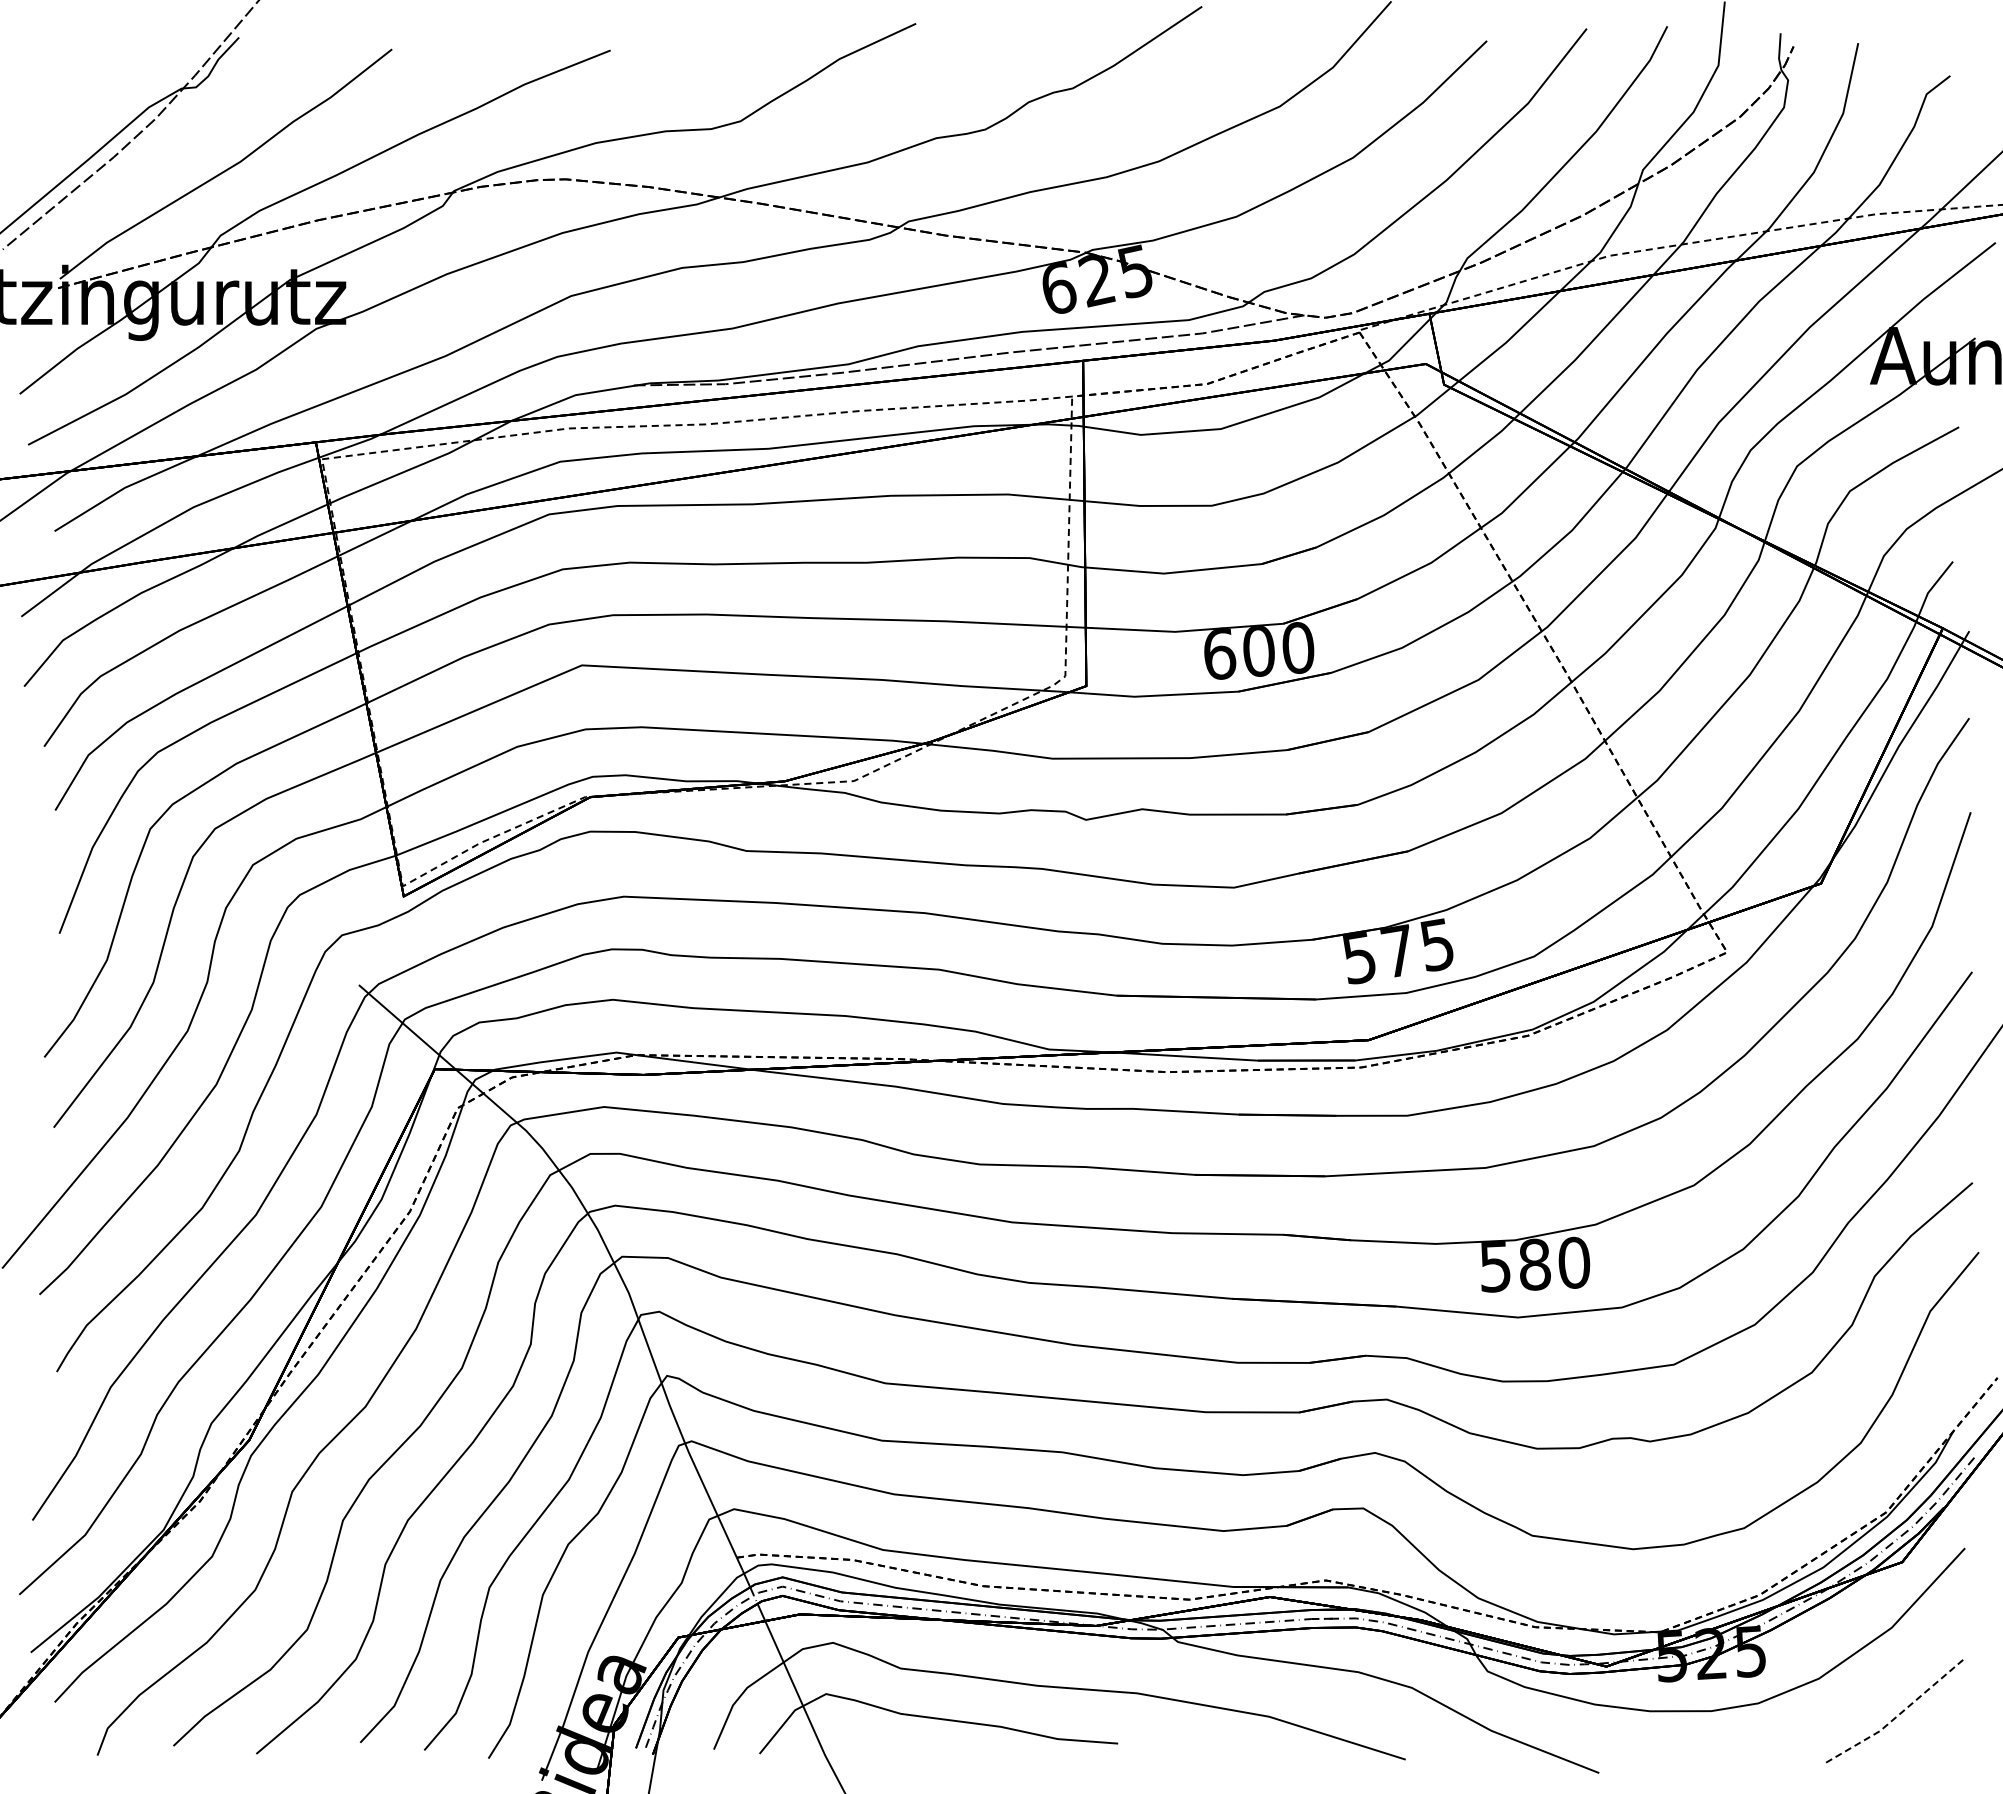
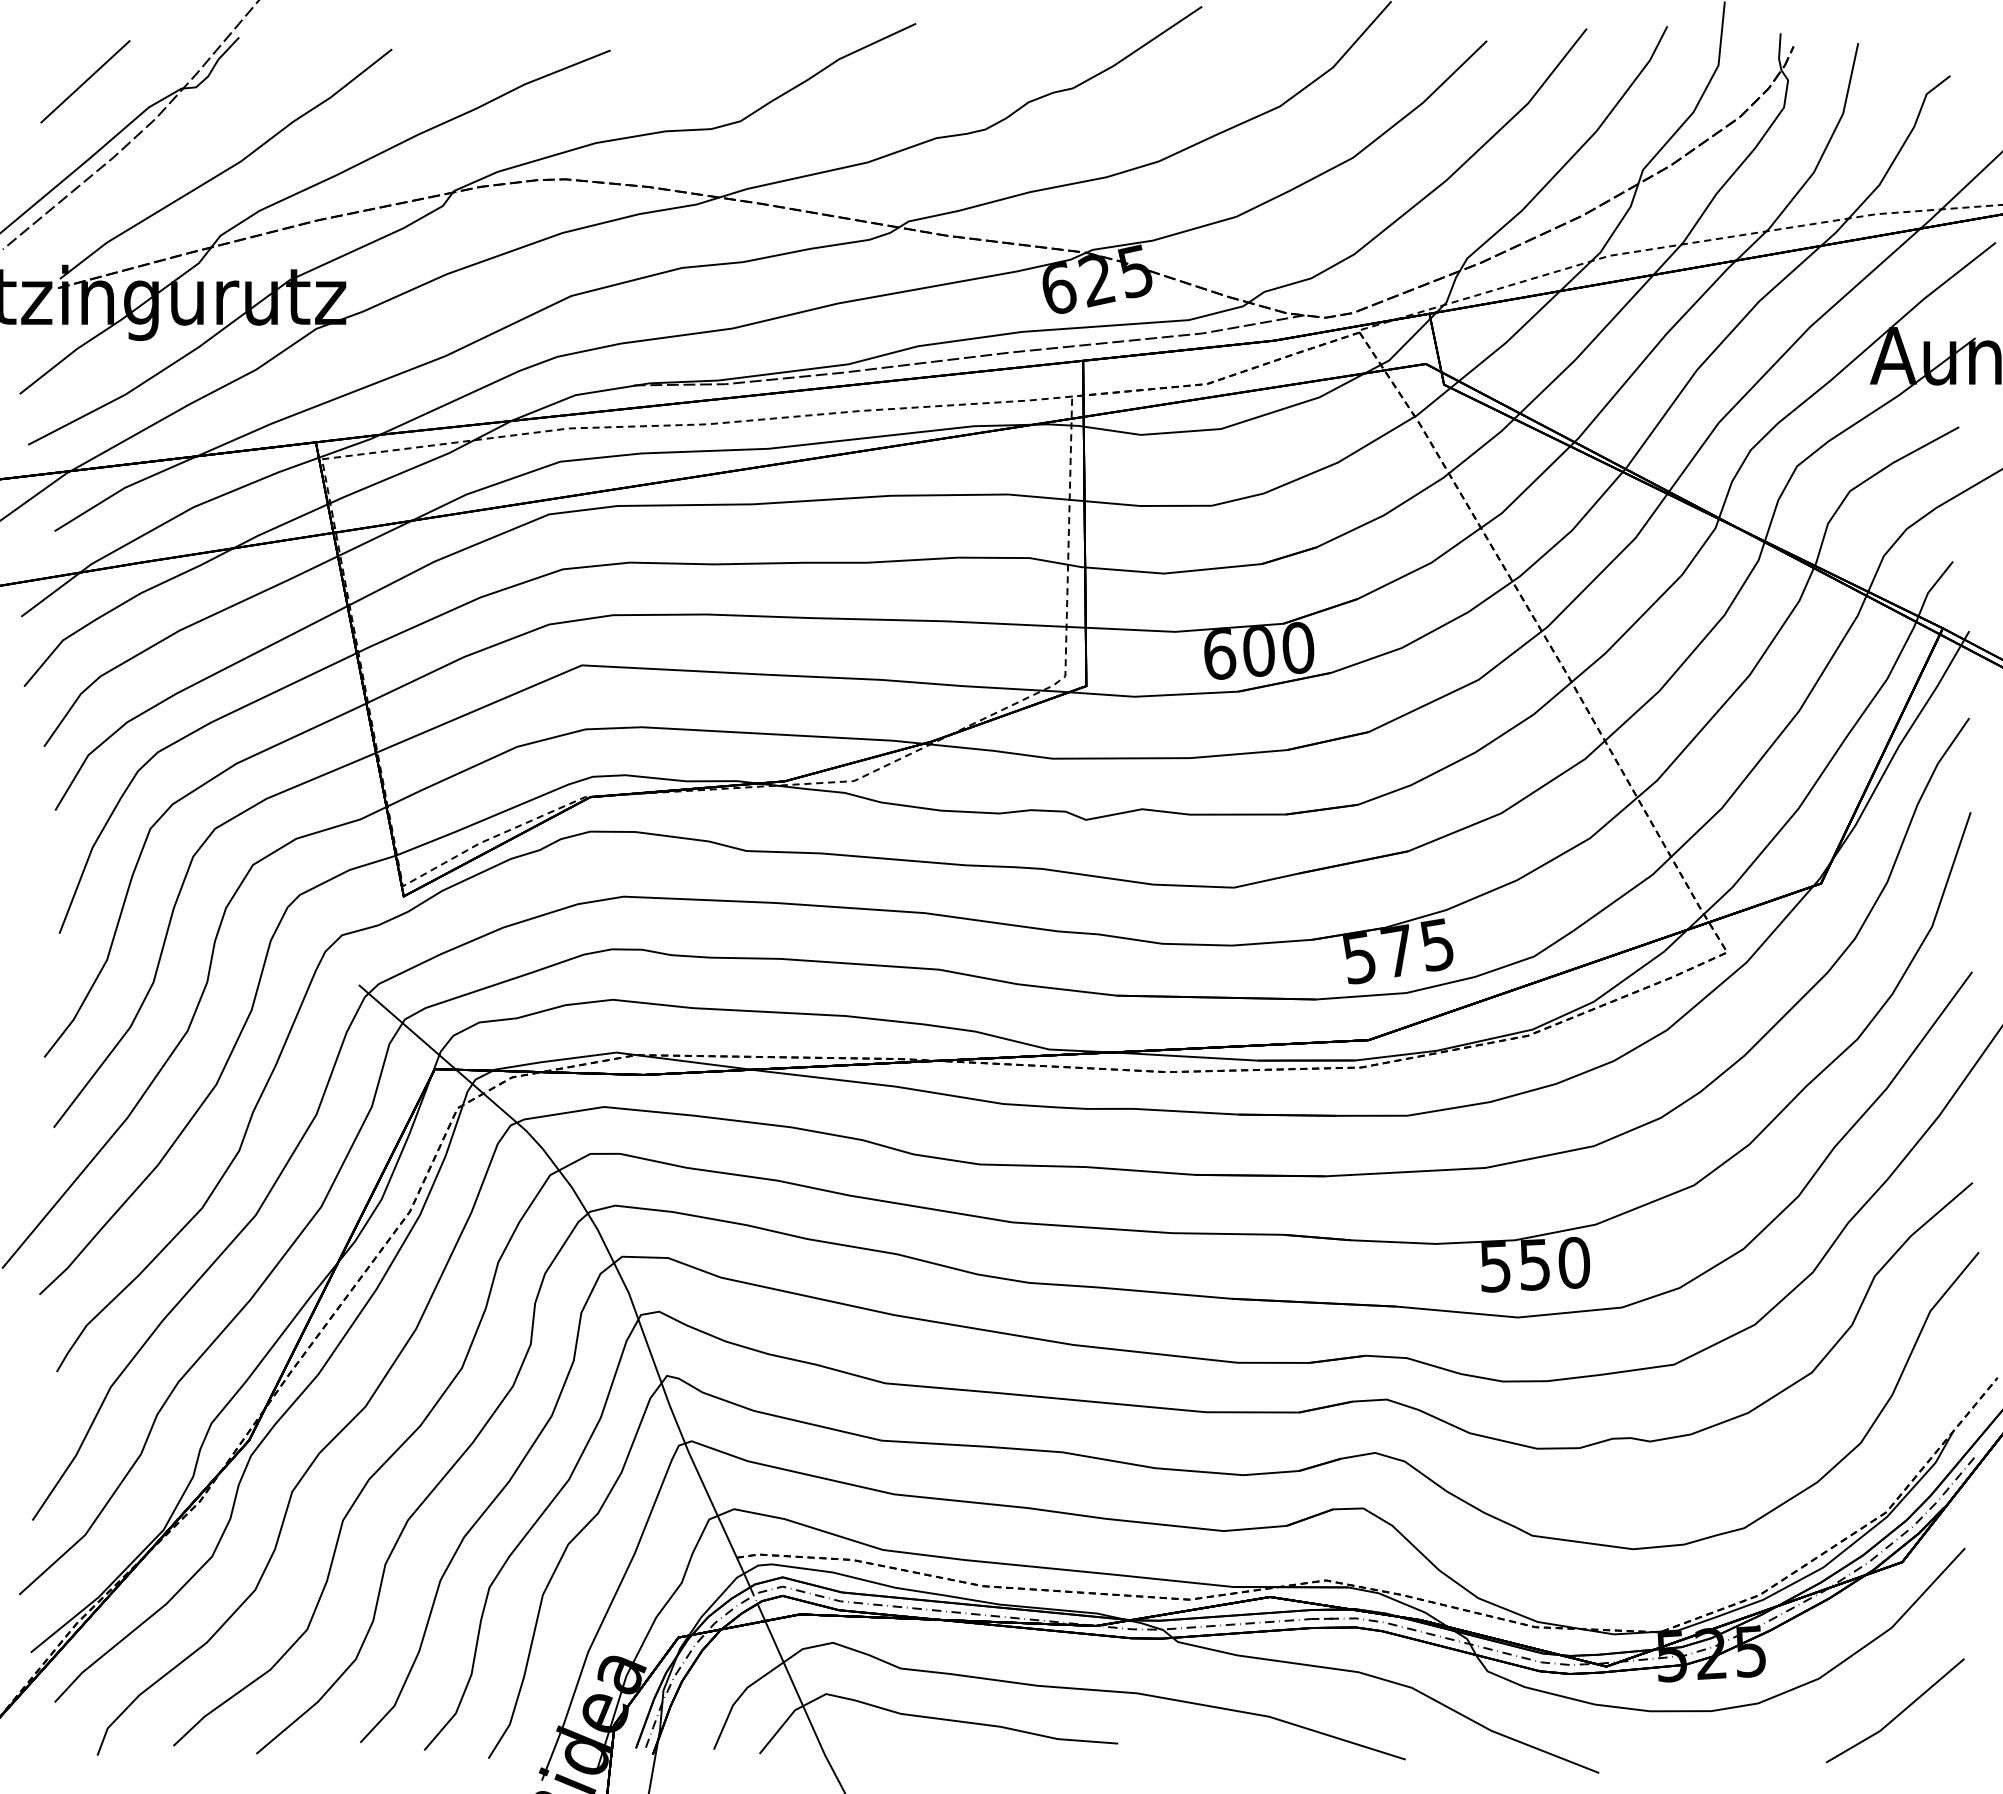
line at (85, 81): none -> present
text at (1535, 1264): 580 -> 550
line at (1898, 1715): dashed -> solid
